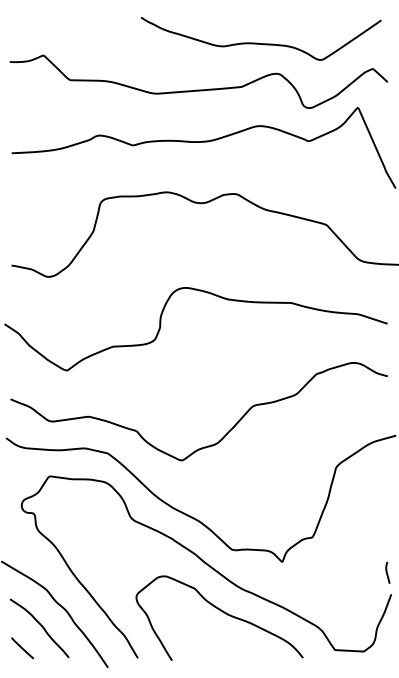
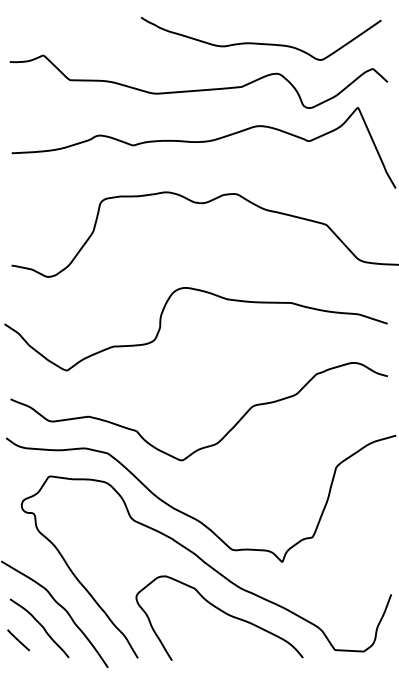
curve at (387, 572): present -> none
line at (22, 648) position: (22, 648) -> (18, 640)
